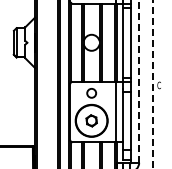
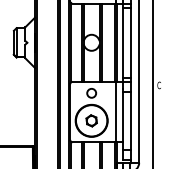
line at (139, 81): dashed -> solid
line at (153, 84): dashed -> solid
